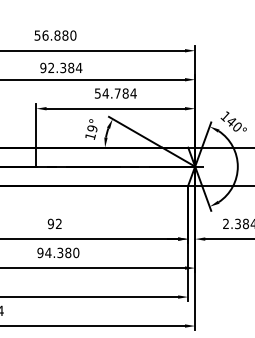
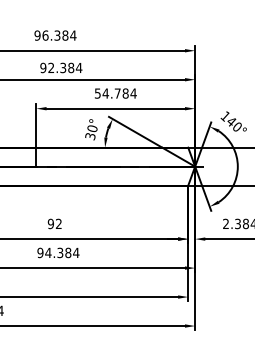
text at (55, 35): 56.880 -> 96.384
text at (91, 133): 19° -> 30°
text at (76, 252): 94.380 -> 94.384
